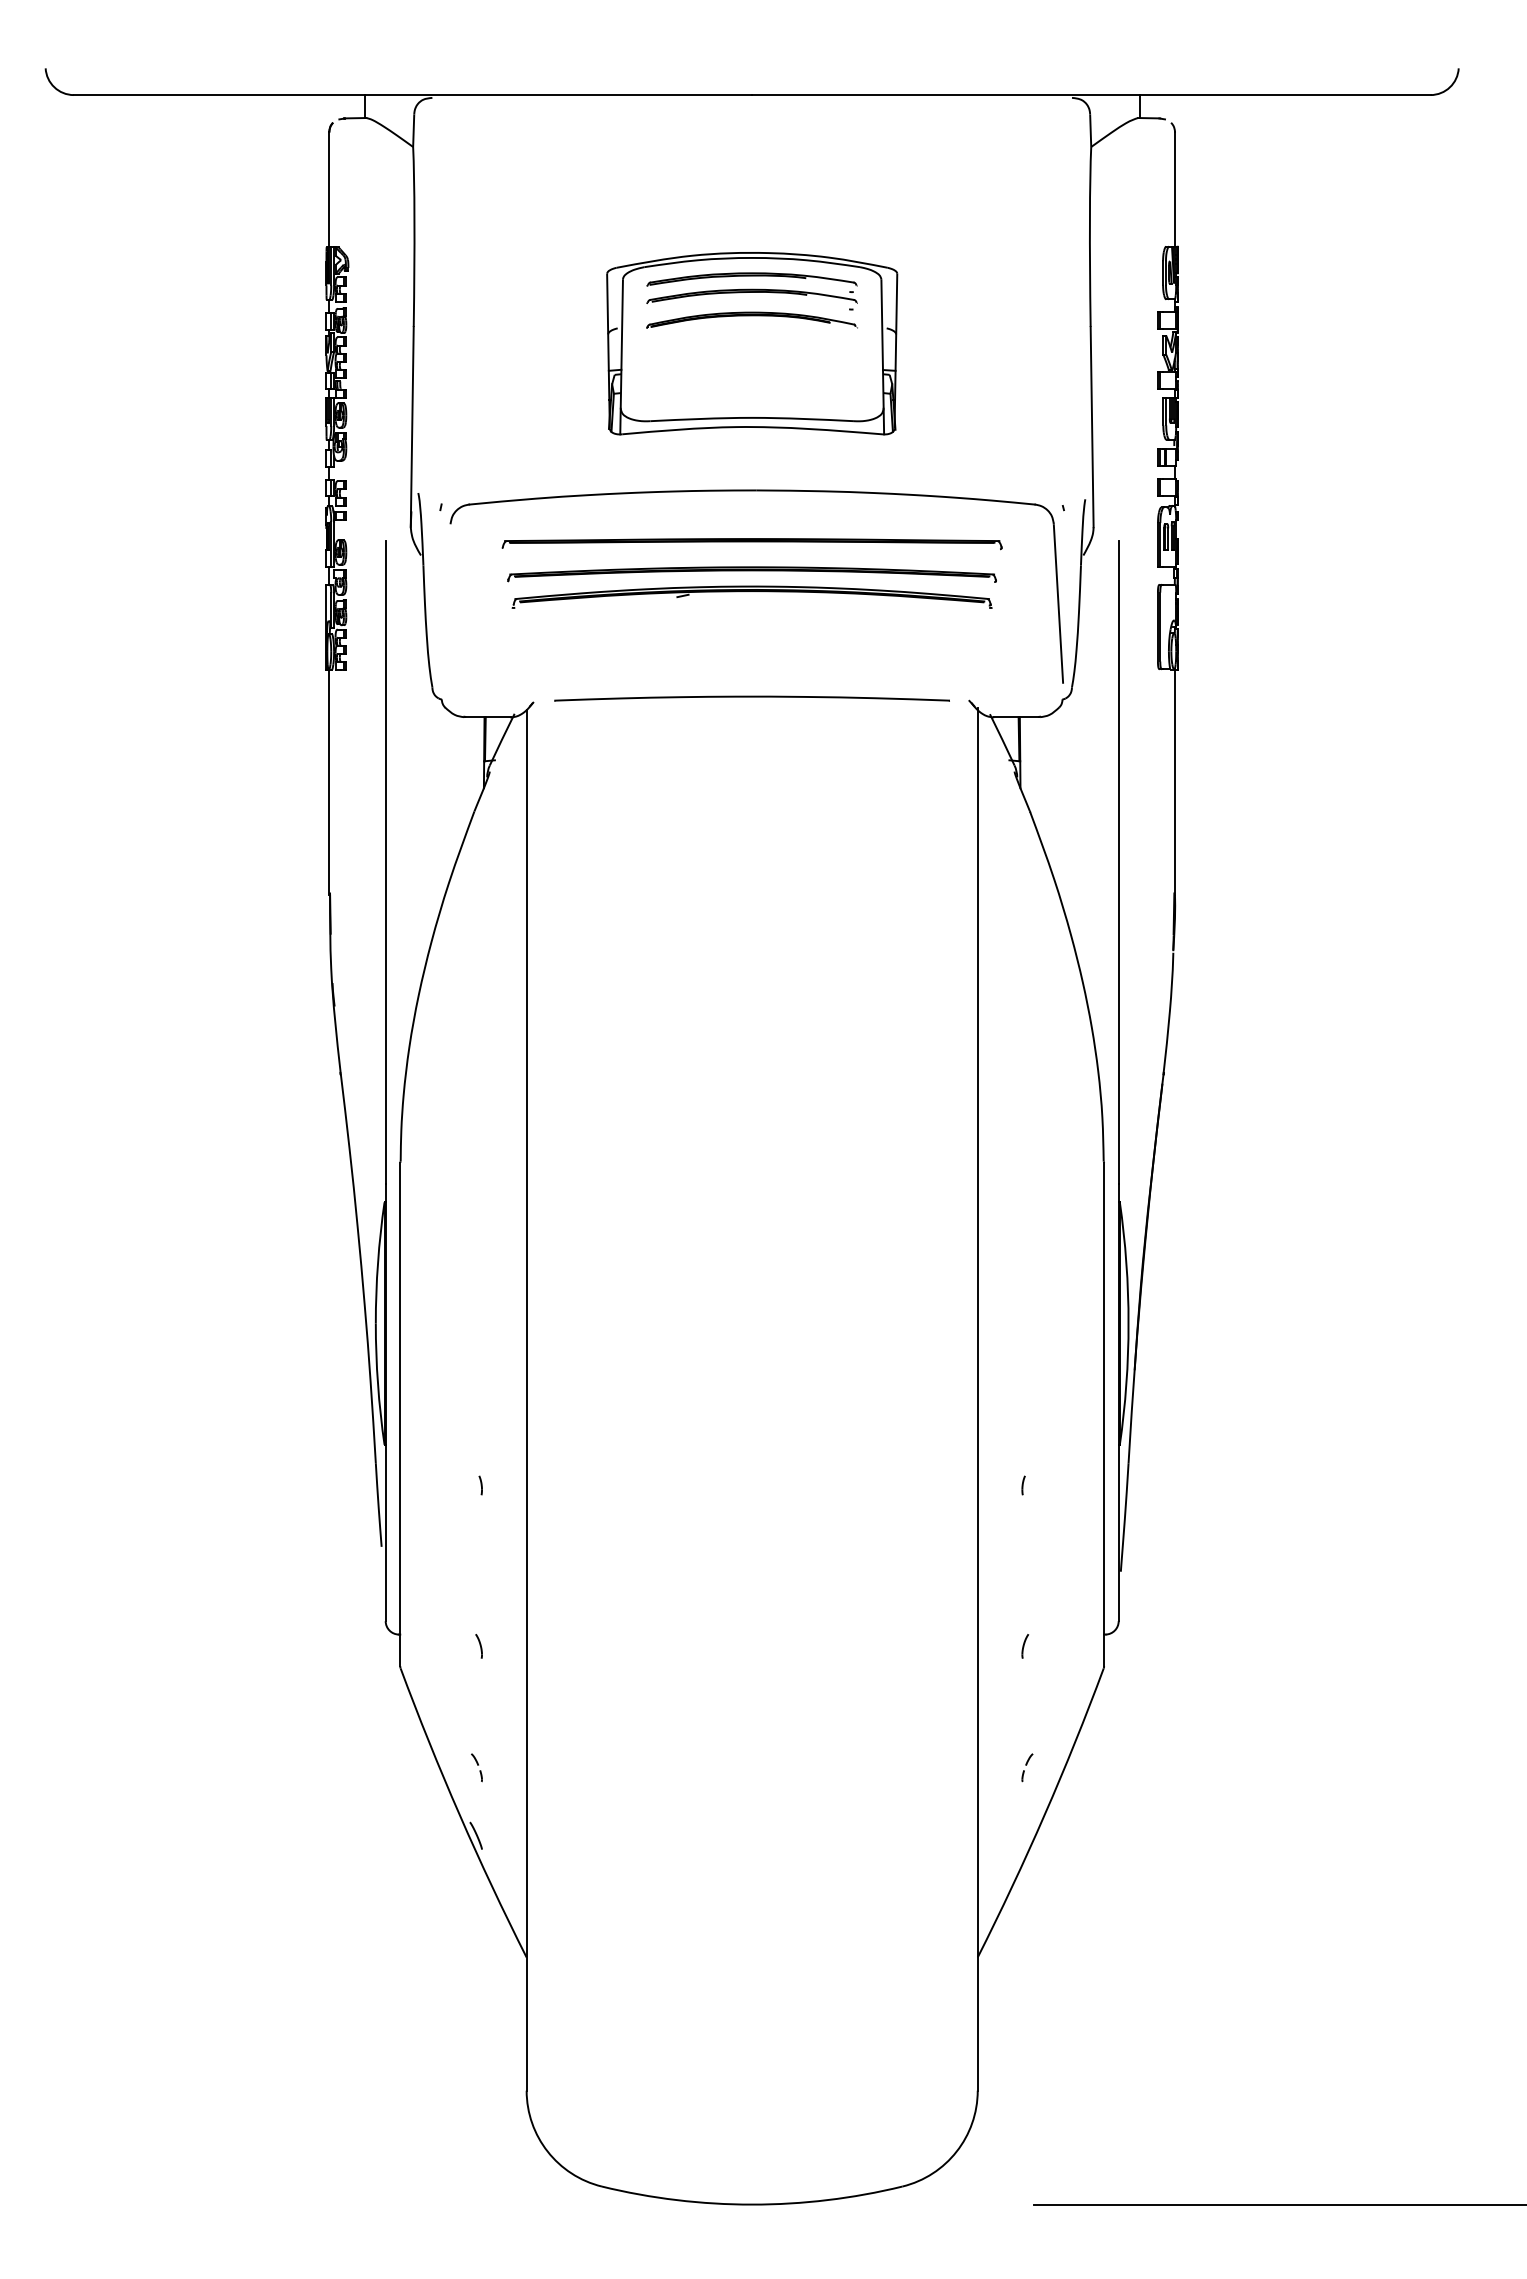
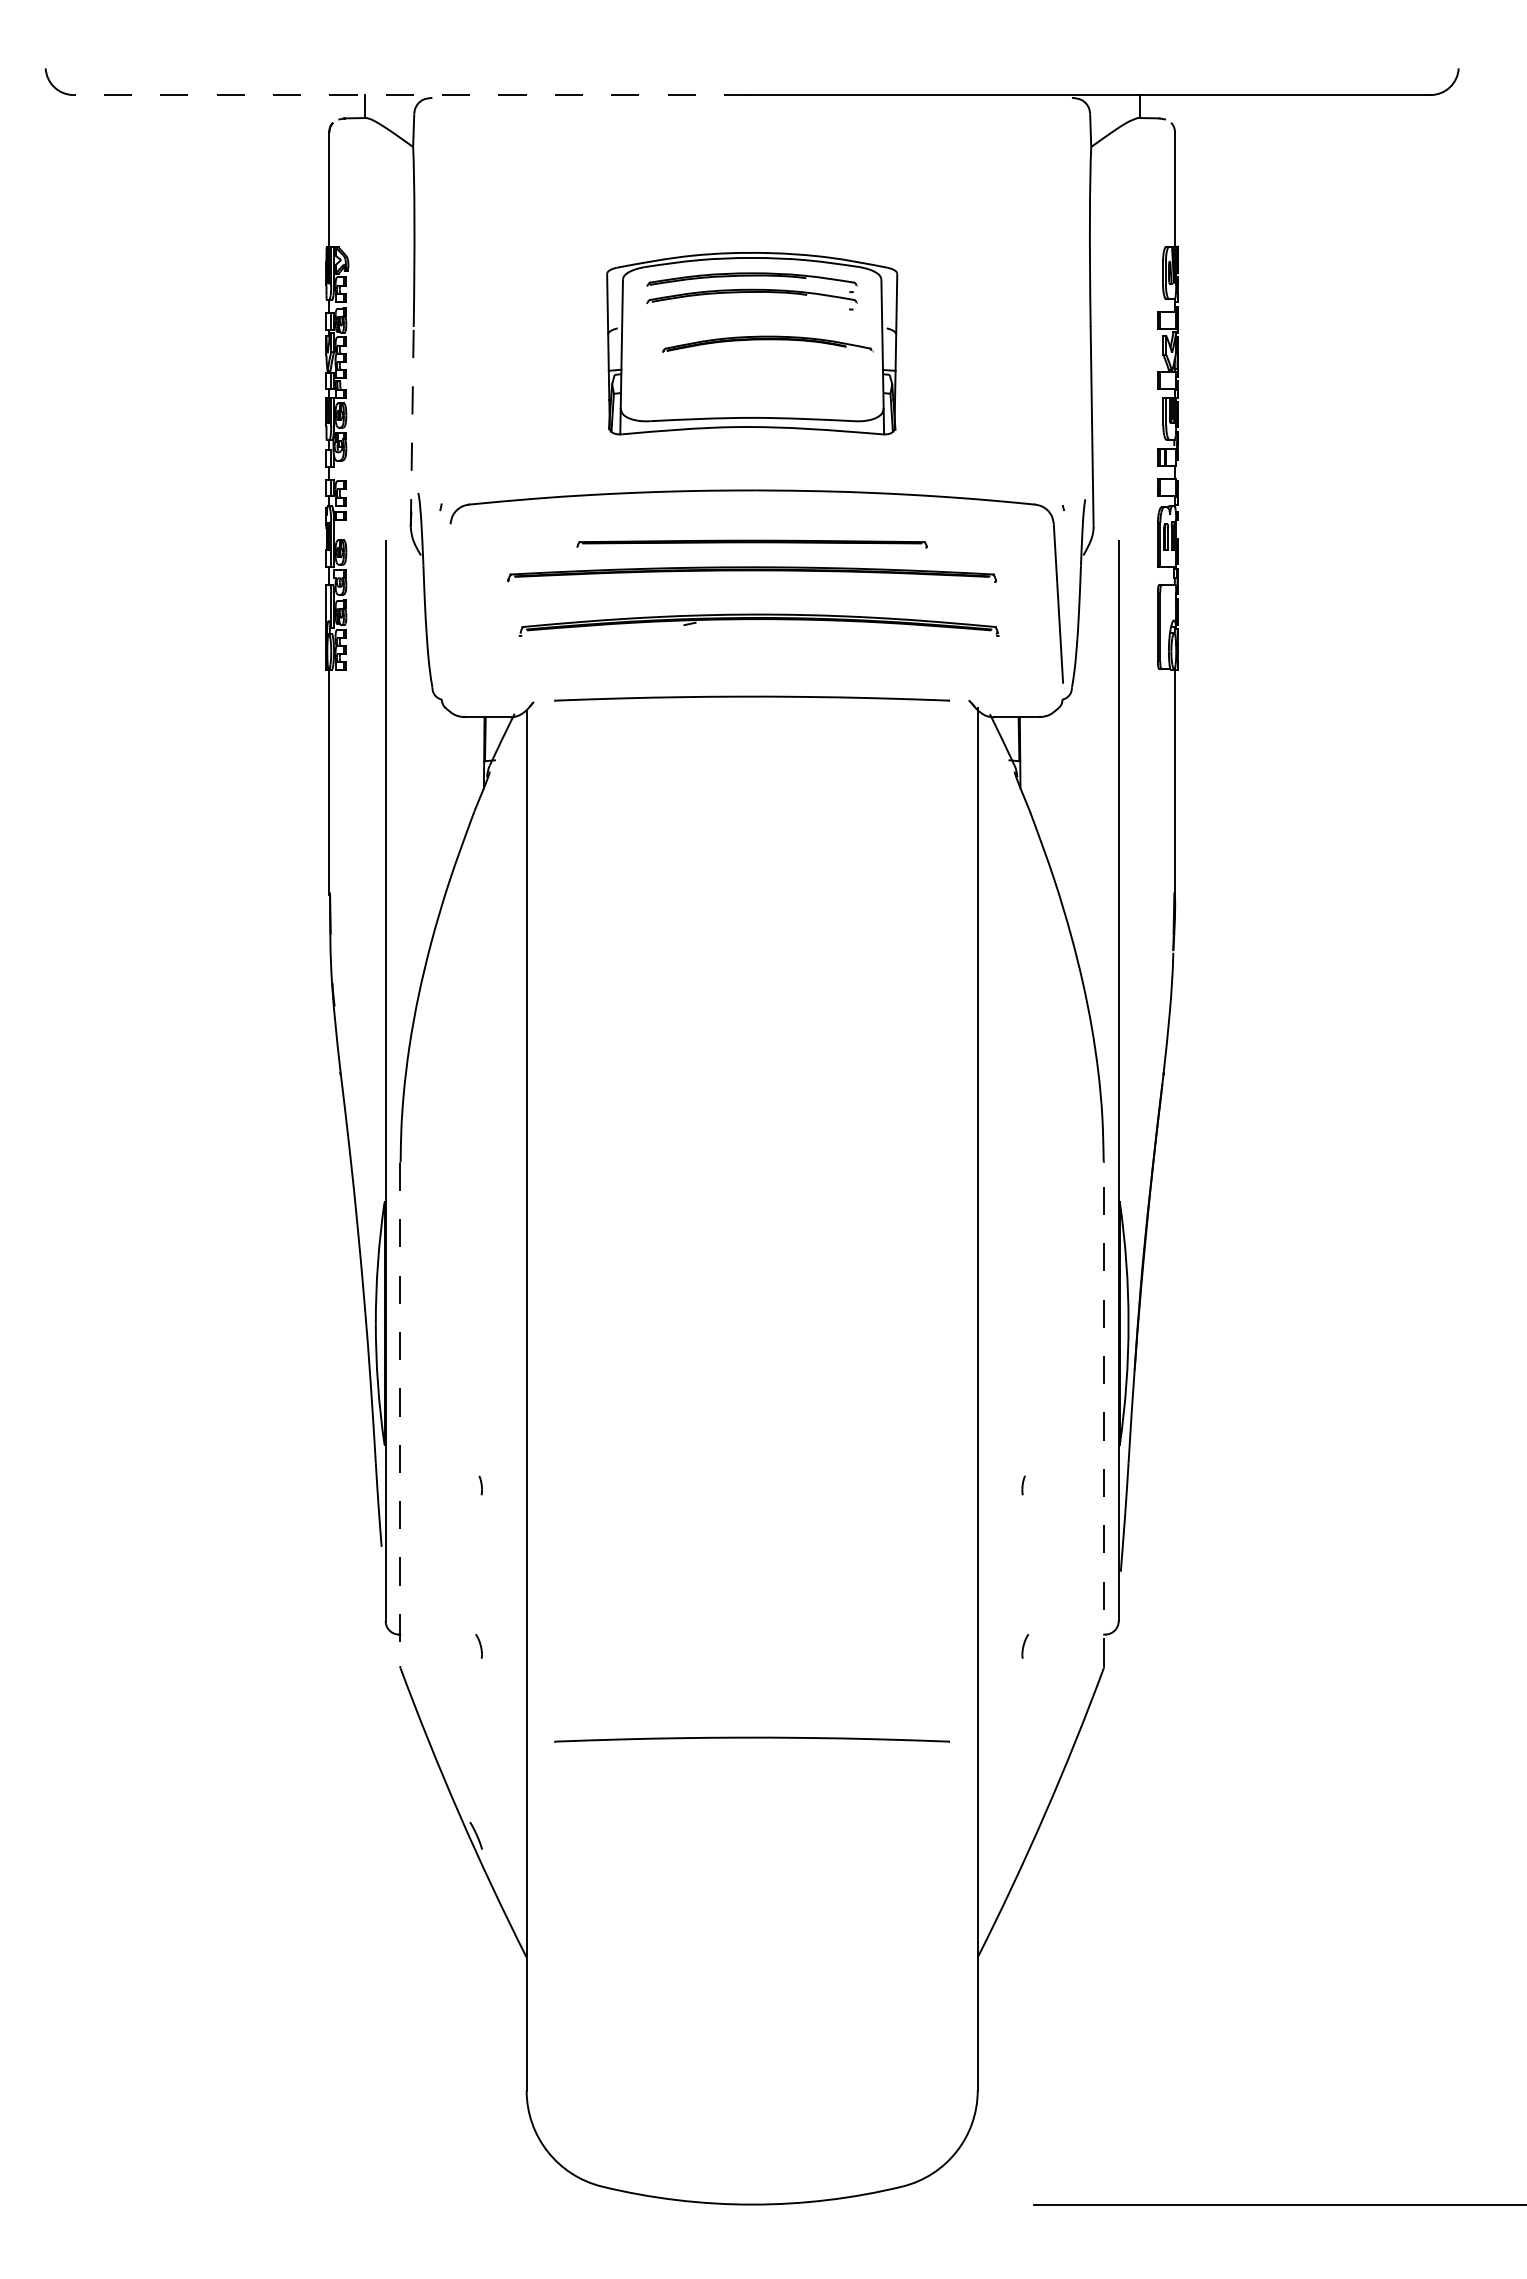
line at (412, 95): solid -> dashed
part at (751, 319) position: (751, 319) -> (767, 343)
line at (412, 426): solid -> dashed
part at (751, 544) size: 502x13 px -> 352x10 px
part at (751, 596) position: (751, 596) -> (758, 624)
line at (400, 1414): solid -> dashed
line at (1104, 1414): solid -> dashed
part at (751, 1739): none -> present
part at (476, 1767): present -> none
part at (1027, 1767): present -> none
